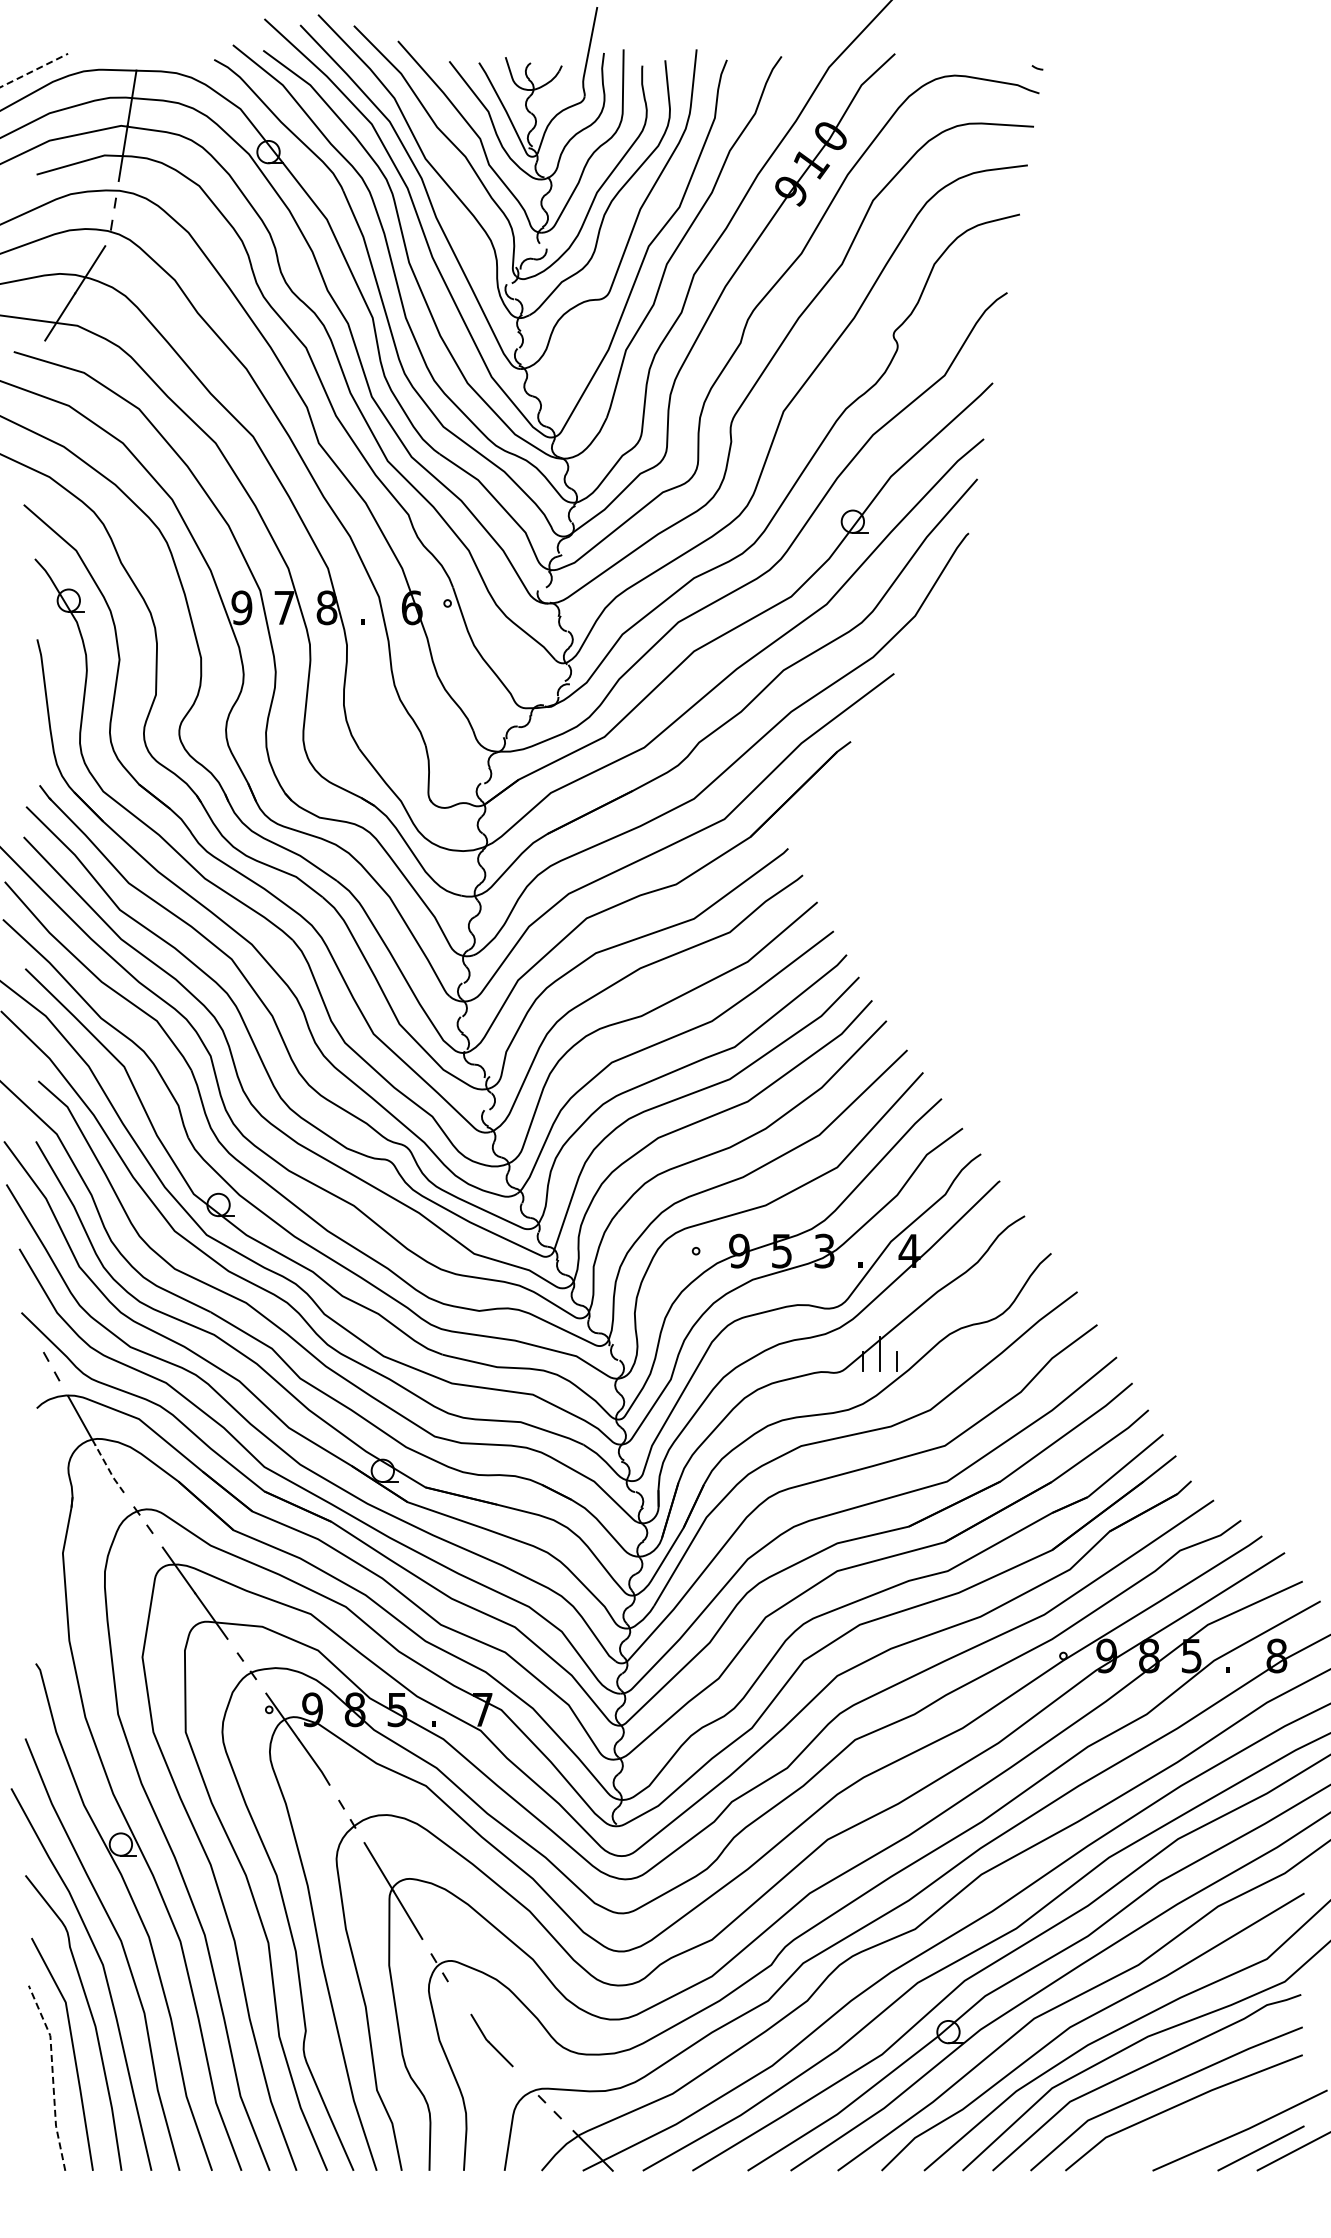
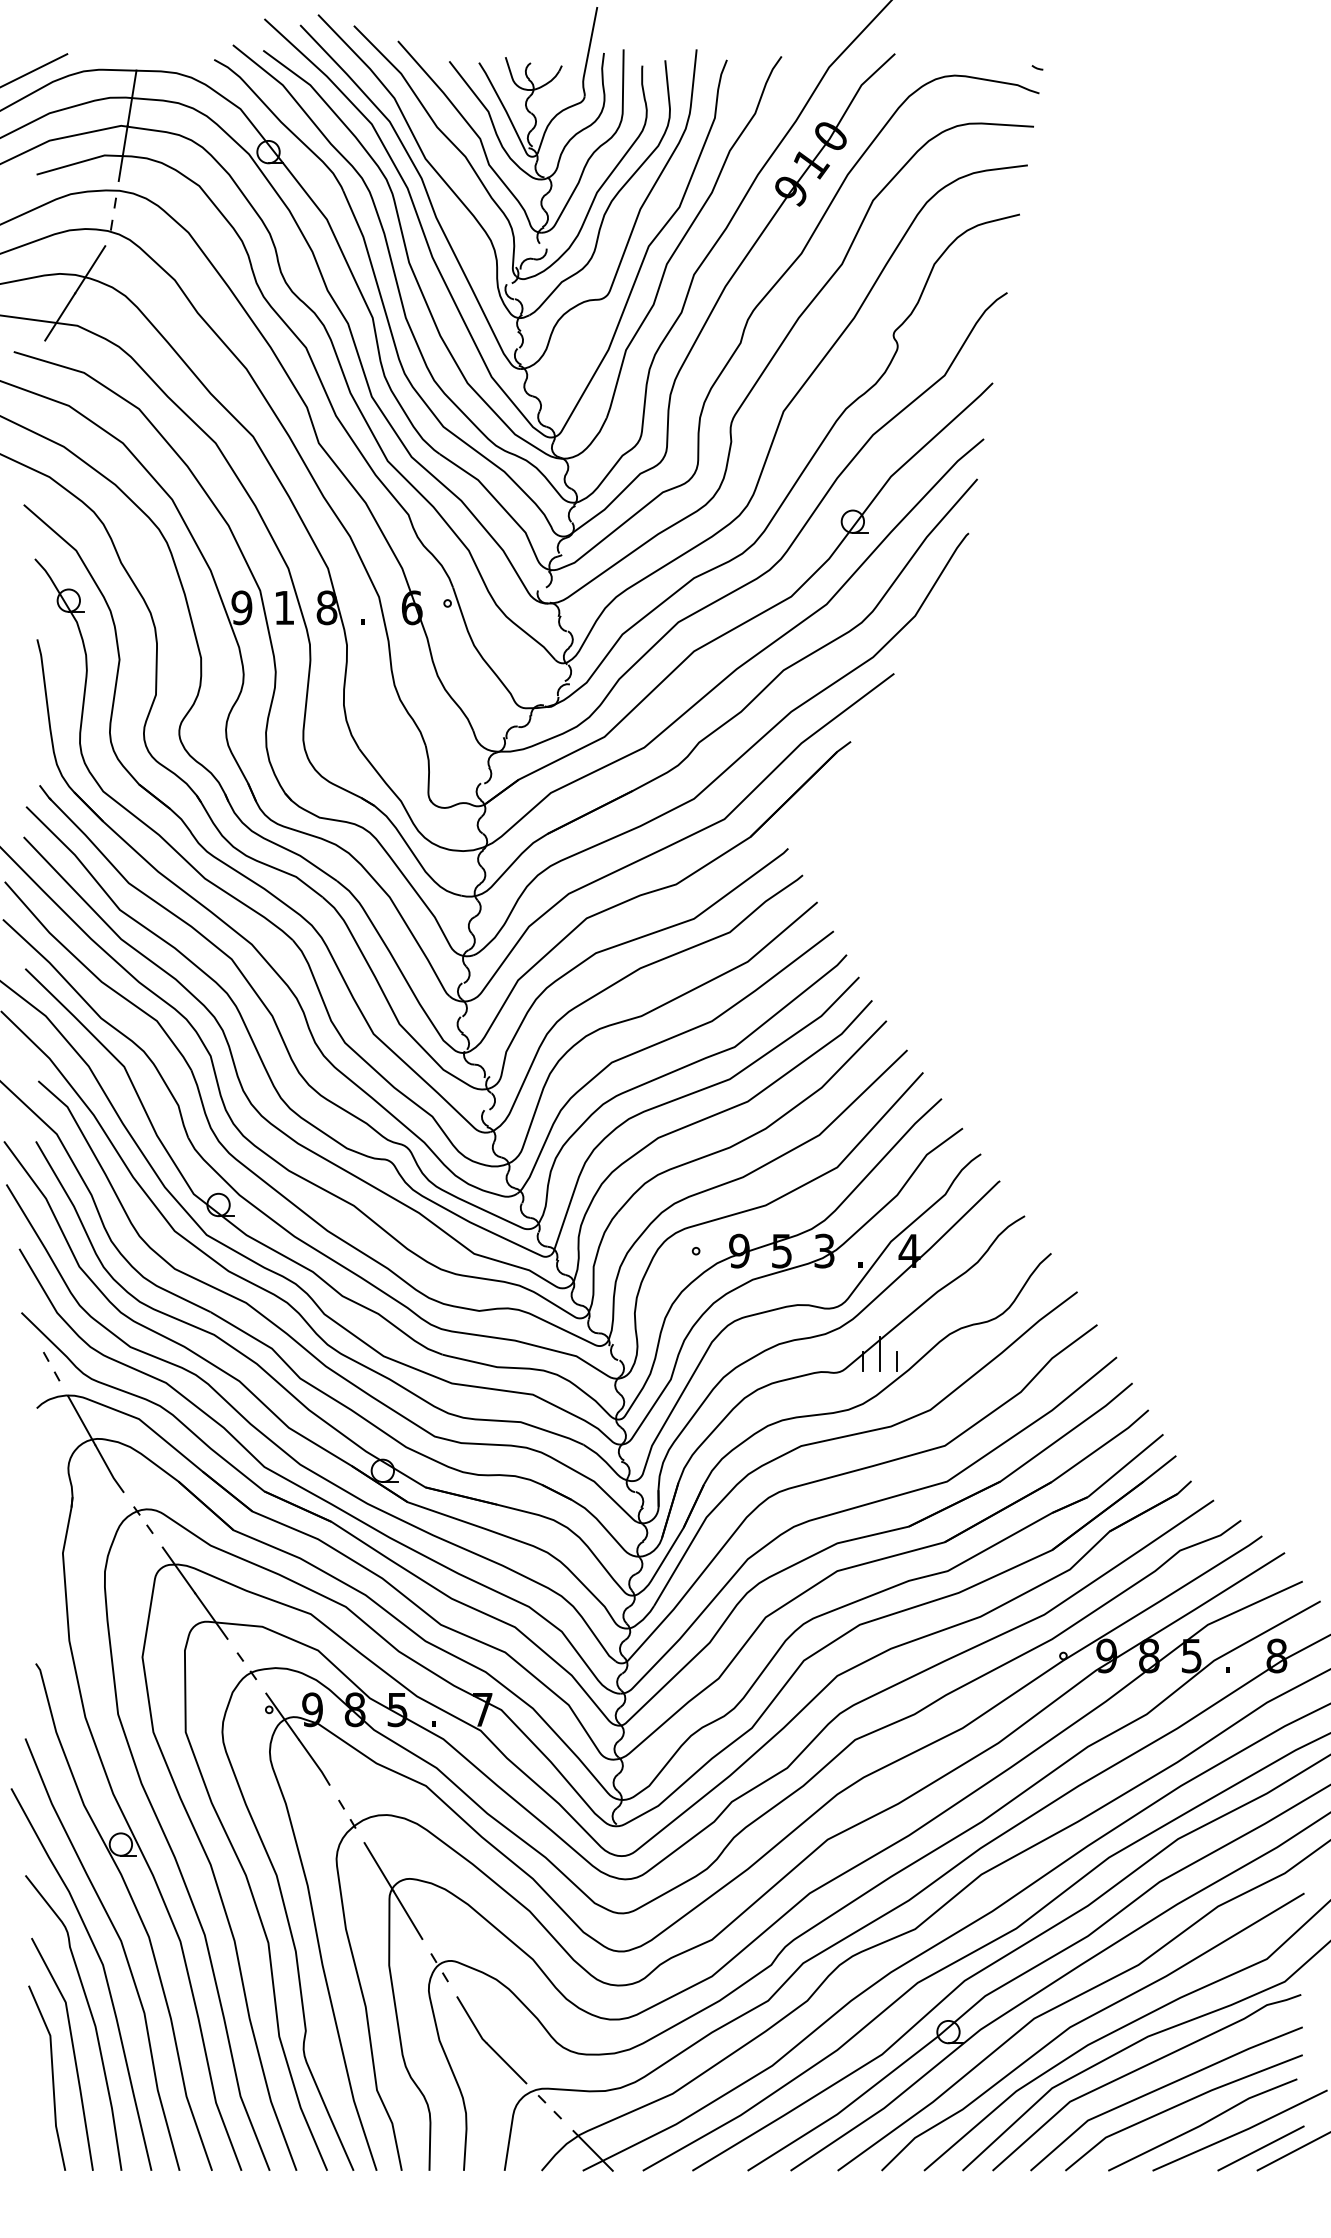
line at (34, 70): dashed -> solid
text at (284, 607): 7 -> 1
line at (109, 1469): dashed -> solid
part at (491, 2040) size: 44x55 px -> 72x89 px
line at (52, 2076): dashed -> solid
line at (1202, 2124): none -> present
